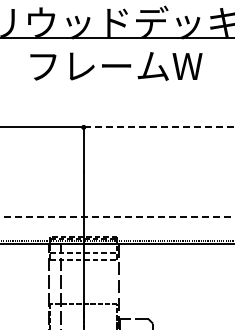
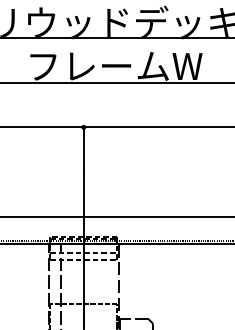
line at (116, 82): none -> present
line at (159, 127): dashed -> solid
line at (117, 216): dashed -> solid
